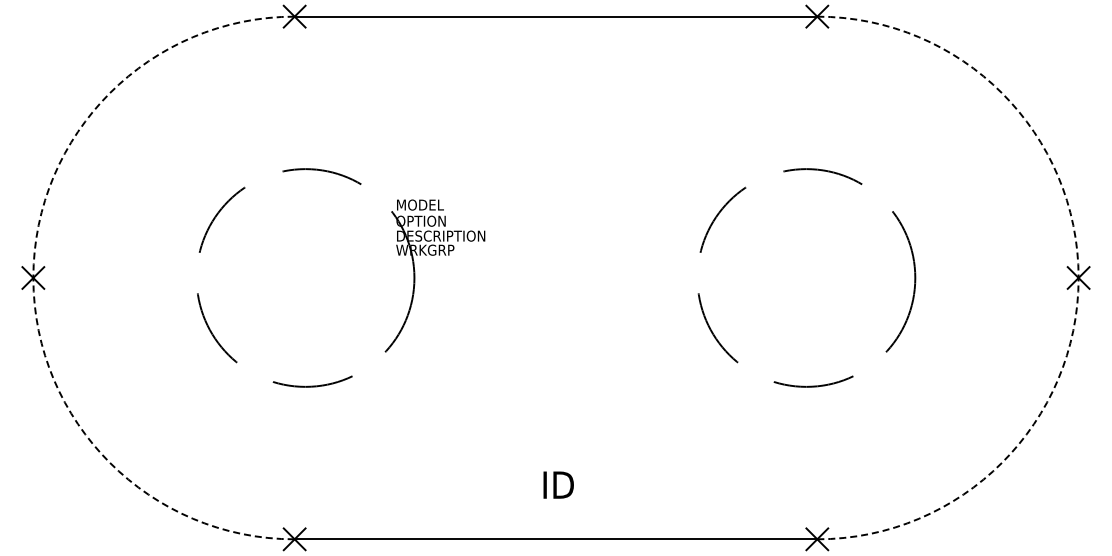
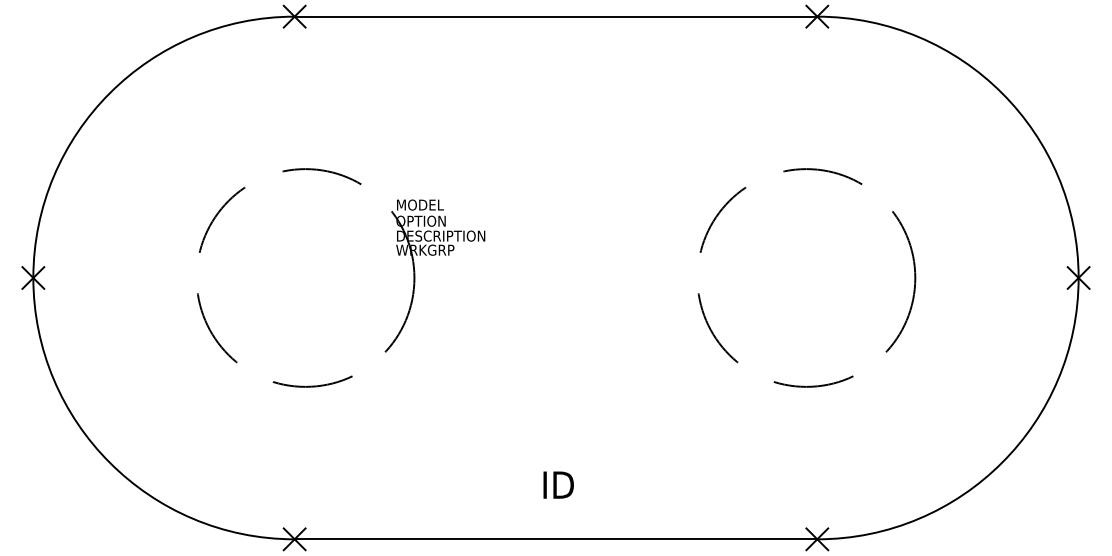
arc at (33, 277): dashed -> solid
arc at (1078, 278): dashed -> solid
